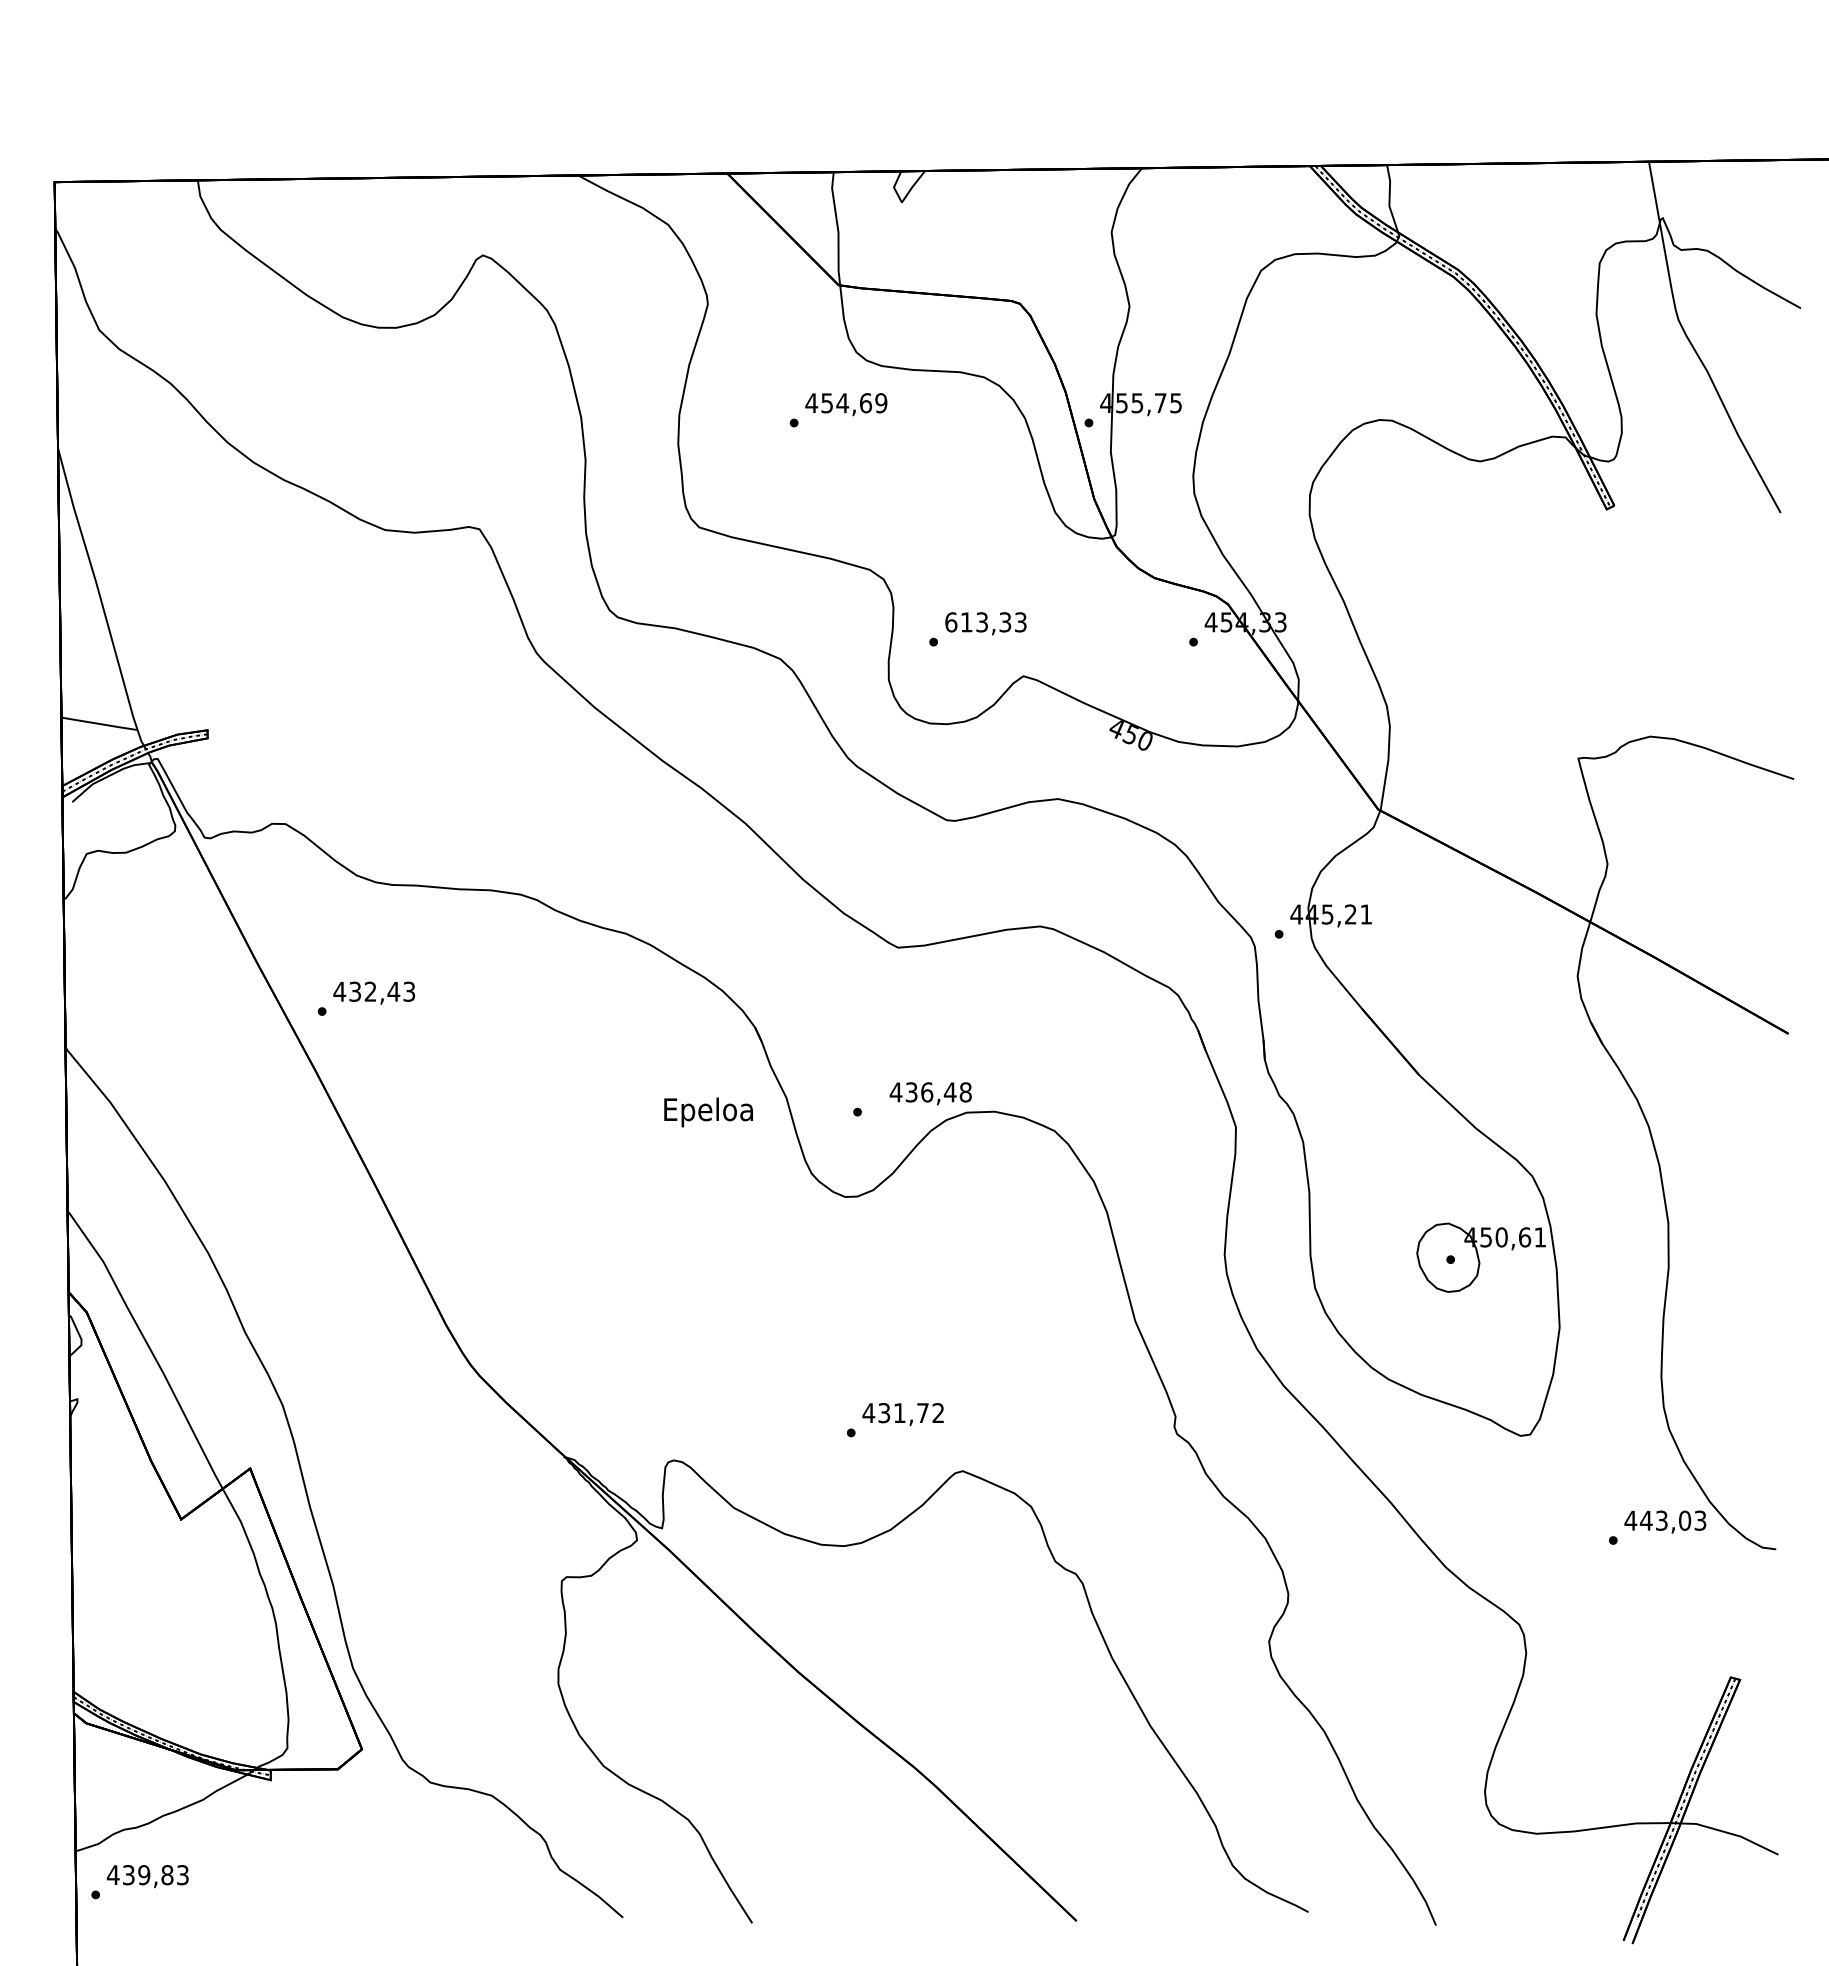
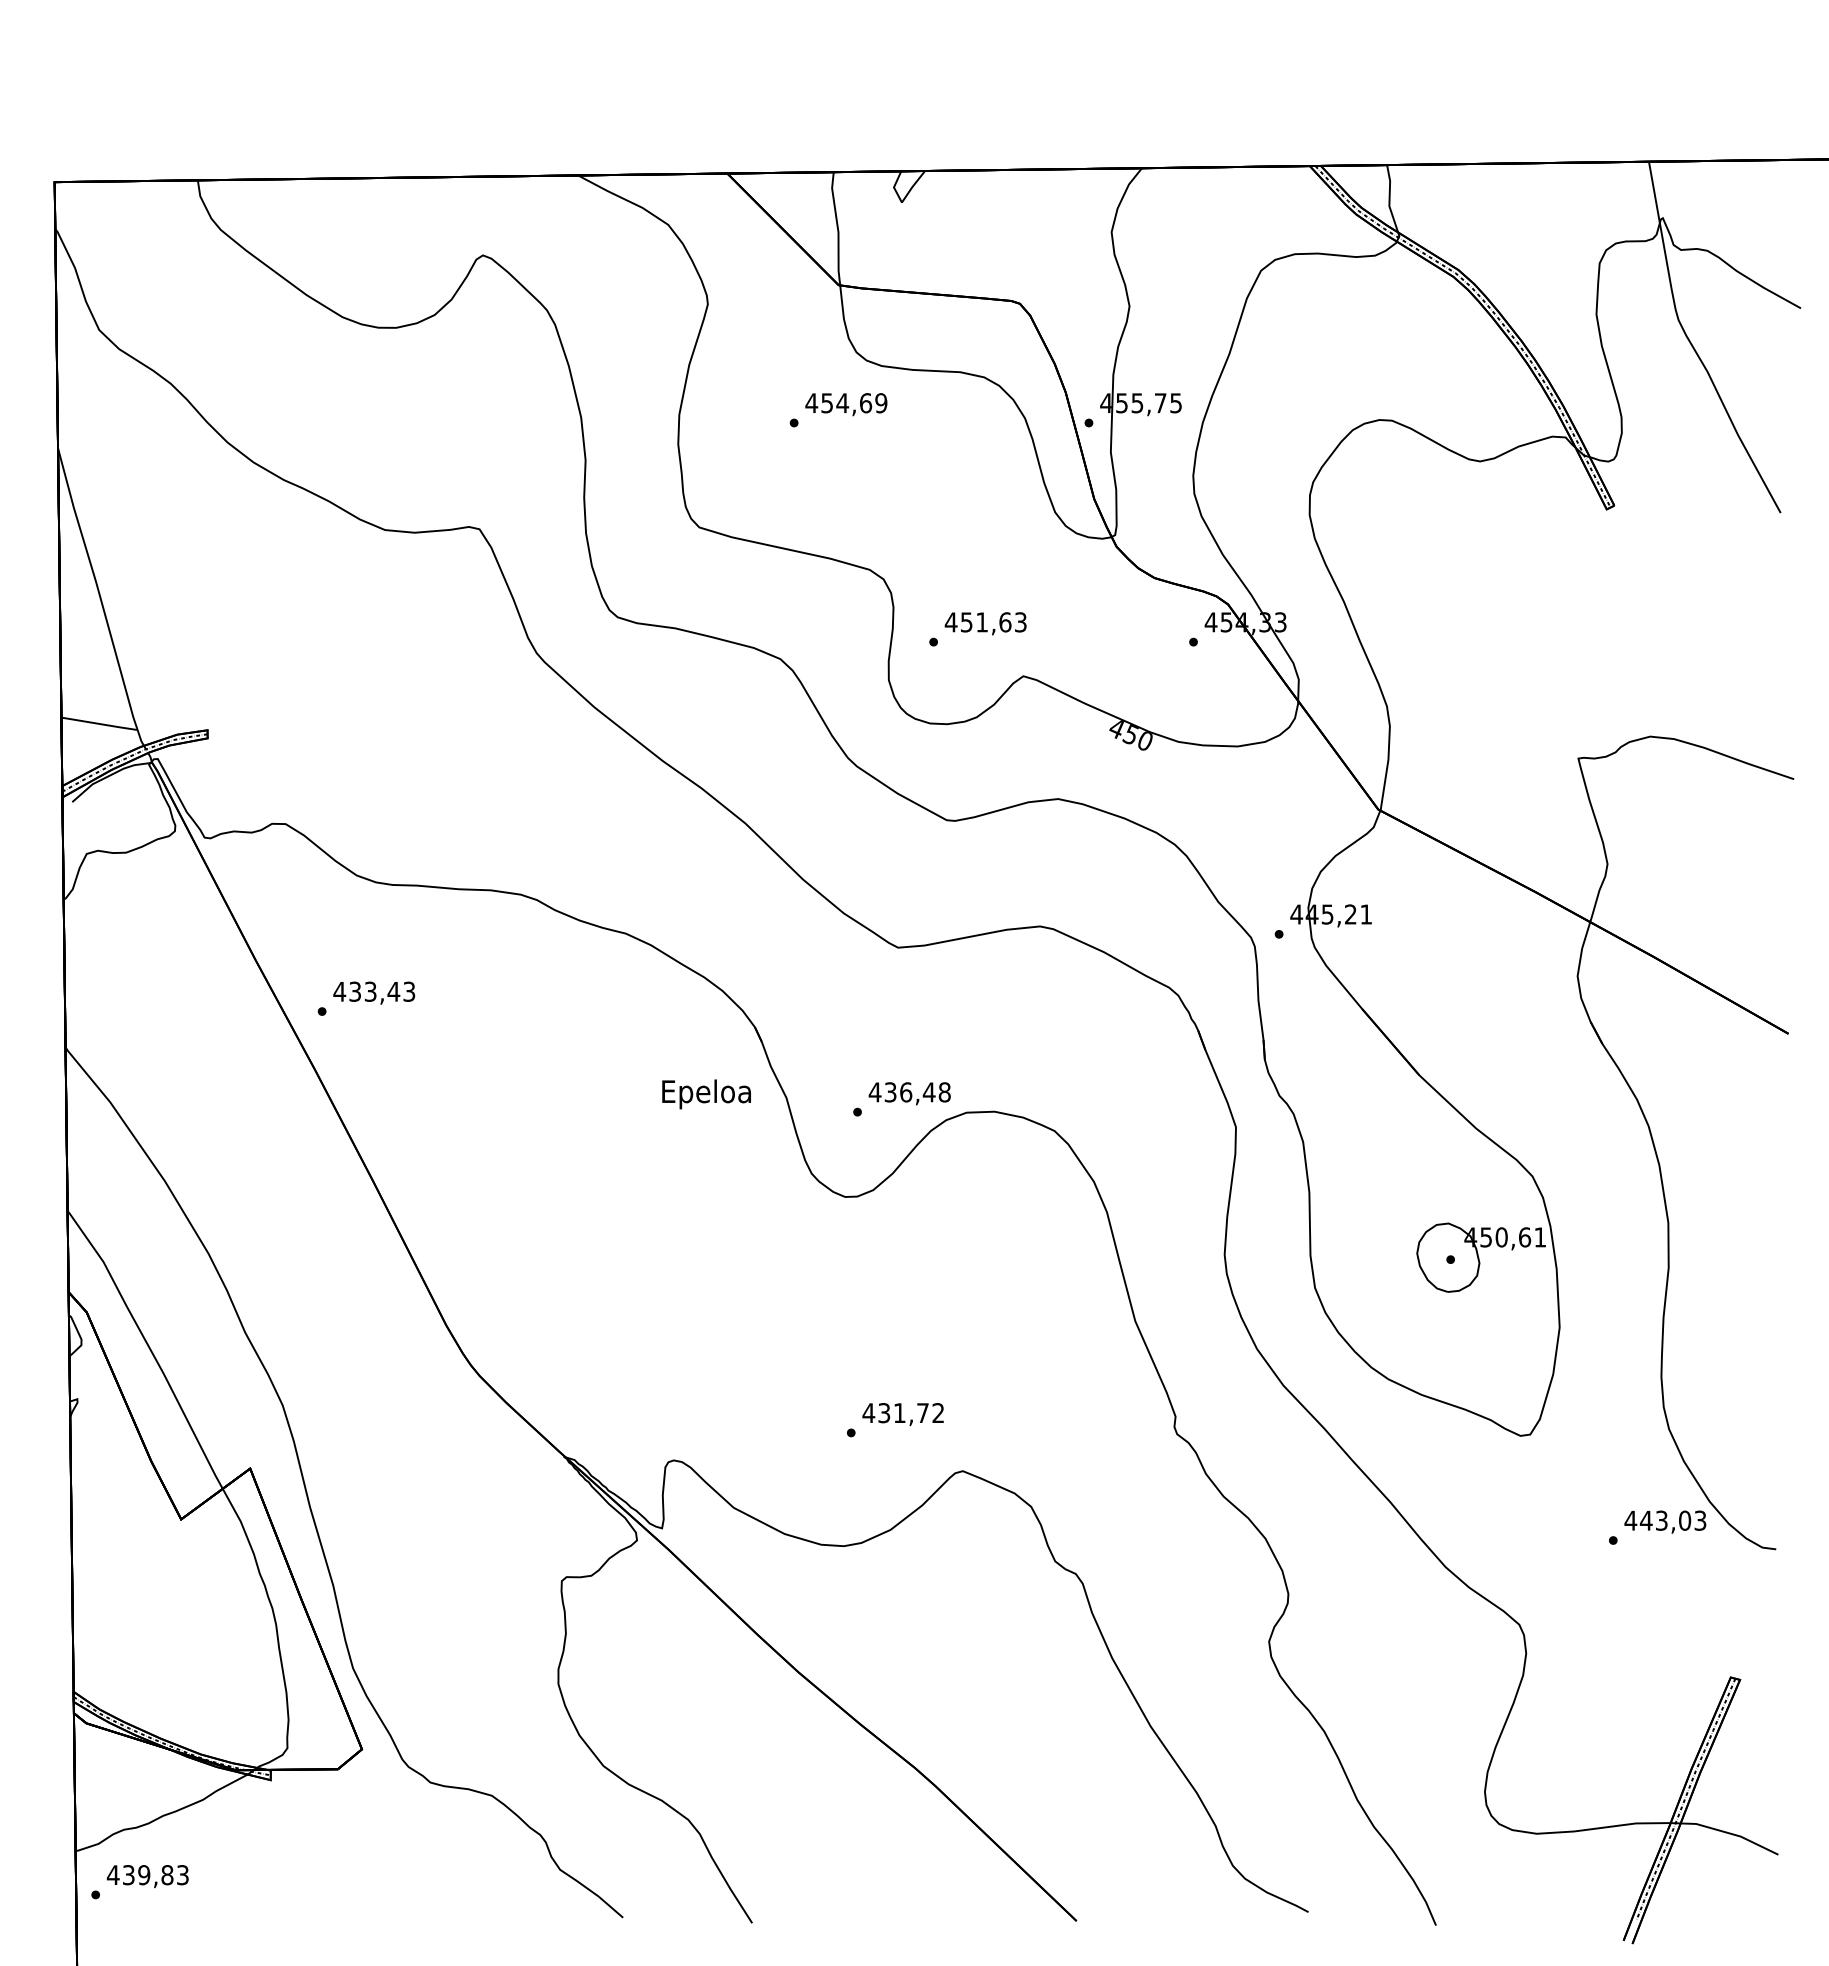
text at (977, 622): 613,33 -> 451,63
text at (370, 991): 432,43 -> 433,43
text at (930, 1093) position: (930, 1093) -> (909, 1093)
text at (708, 1112) position: (708, 1112) -> (706, 1094)
